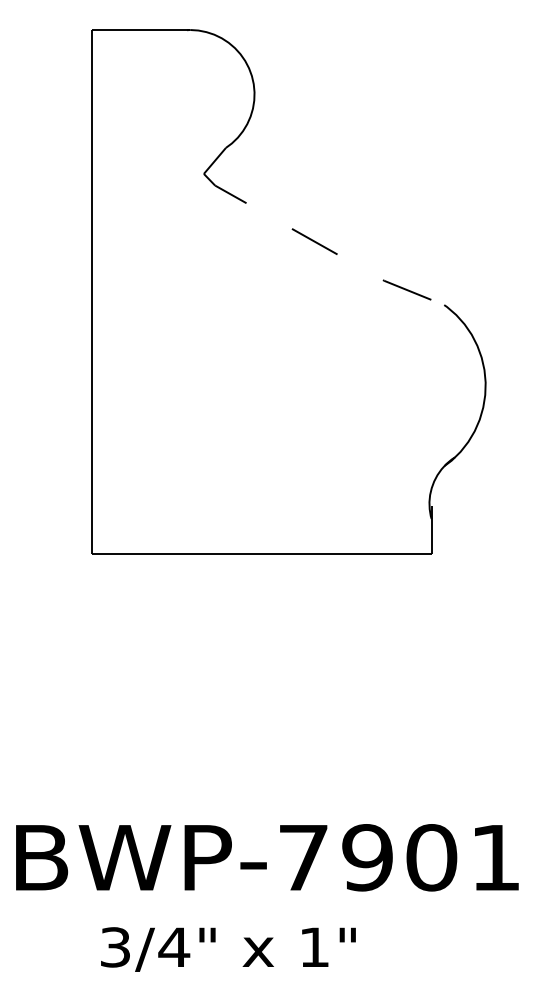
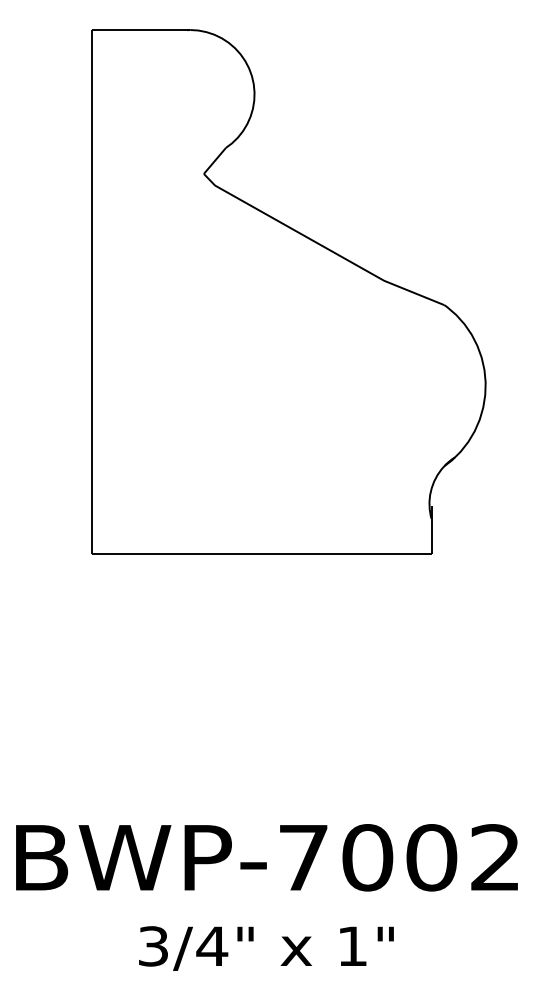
line at (320, 245): dashed -> solid
text at (430, 857): BWP-7901 -> BWP-7002
text at (228, 949) position: (228, 949) -> (266, 948)
